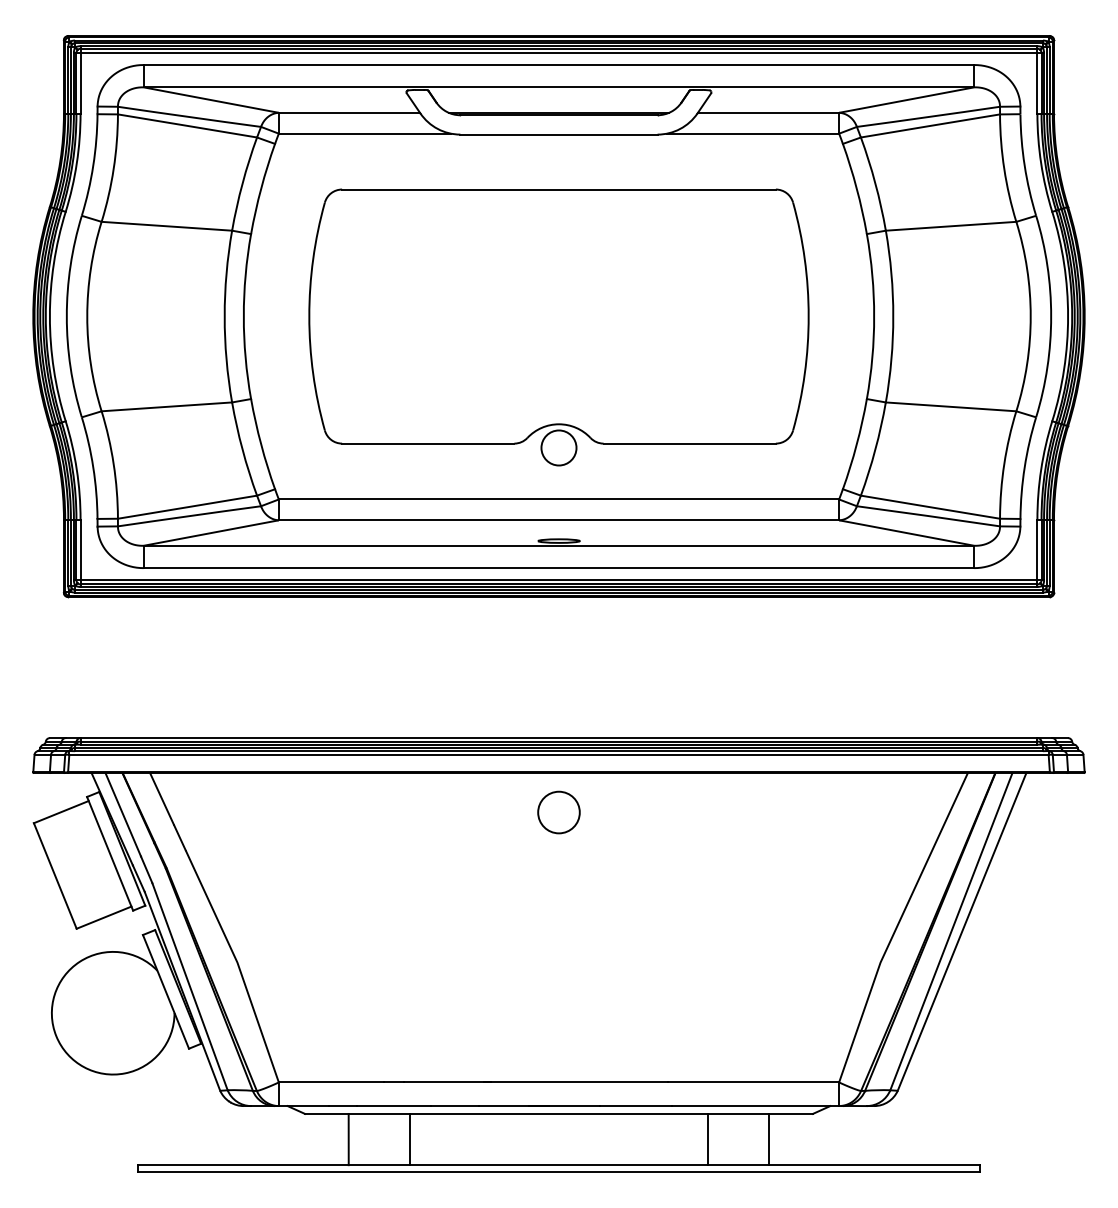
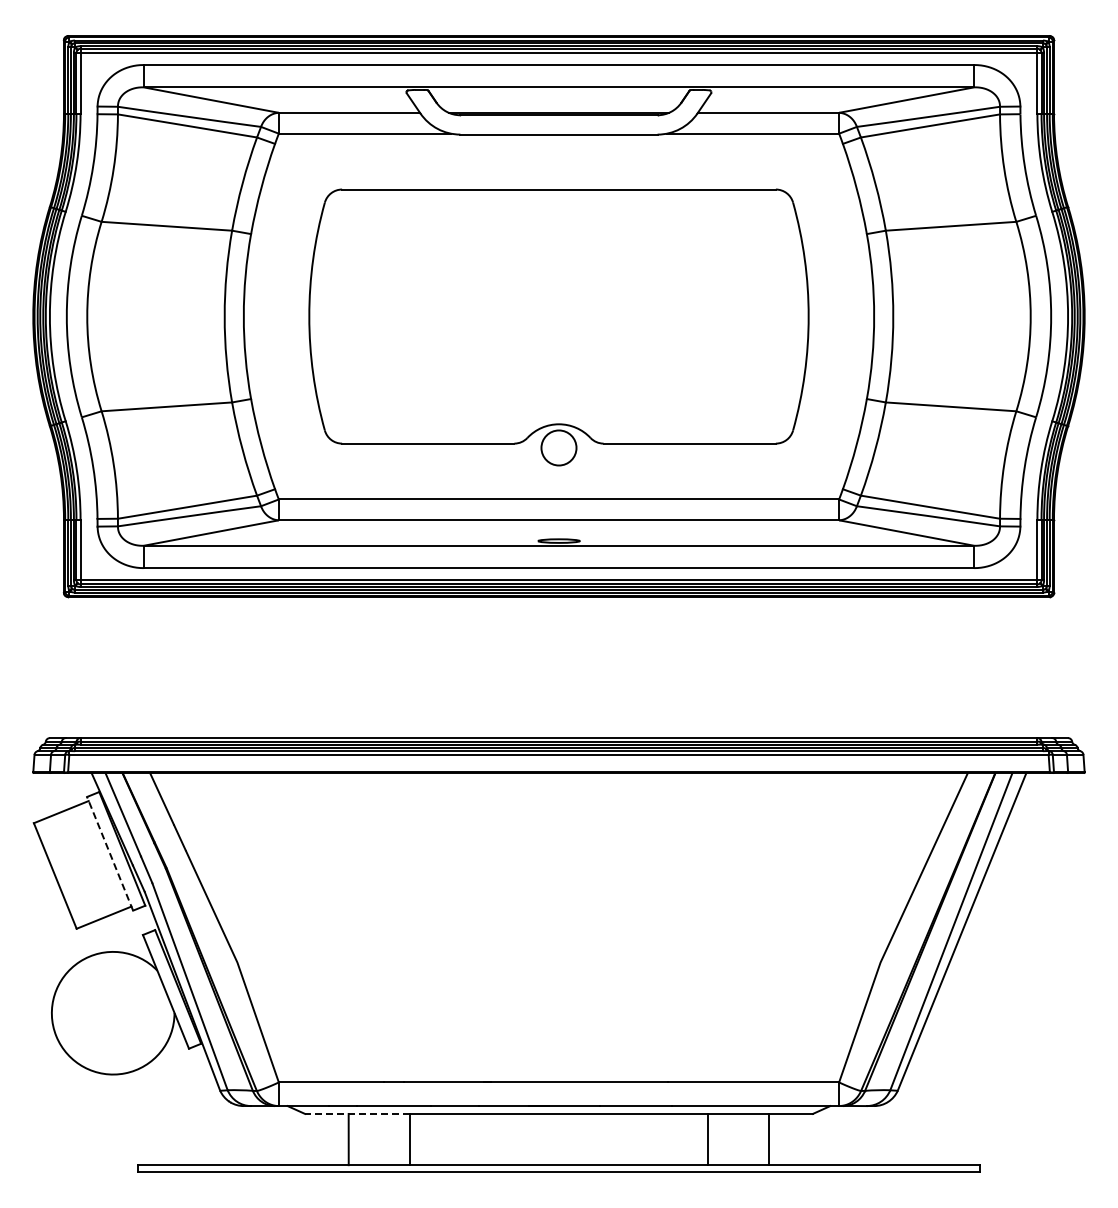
circle at (558, 812): present -> none
line at (109, 853): solid -> dashed
line at (357, 1113): solid -> dashed
